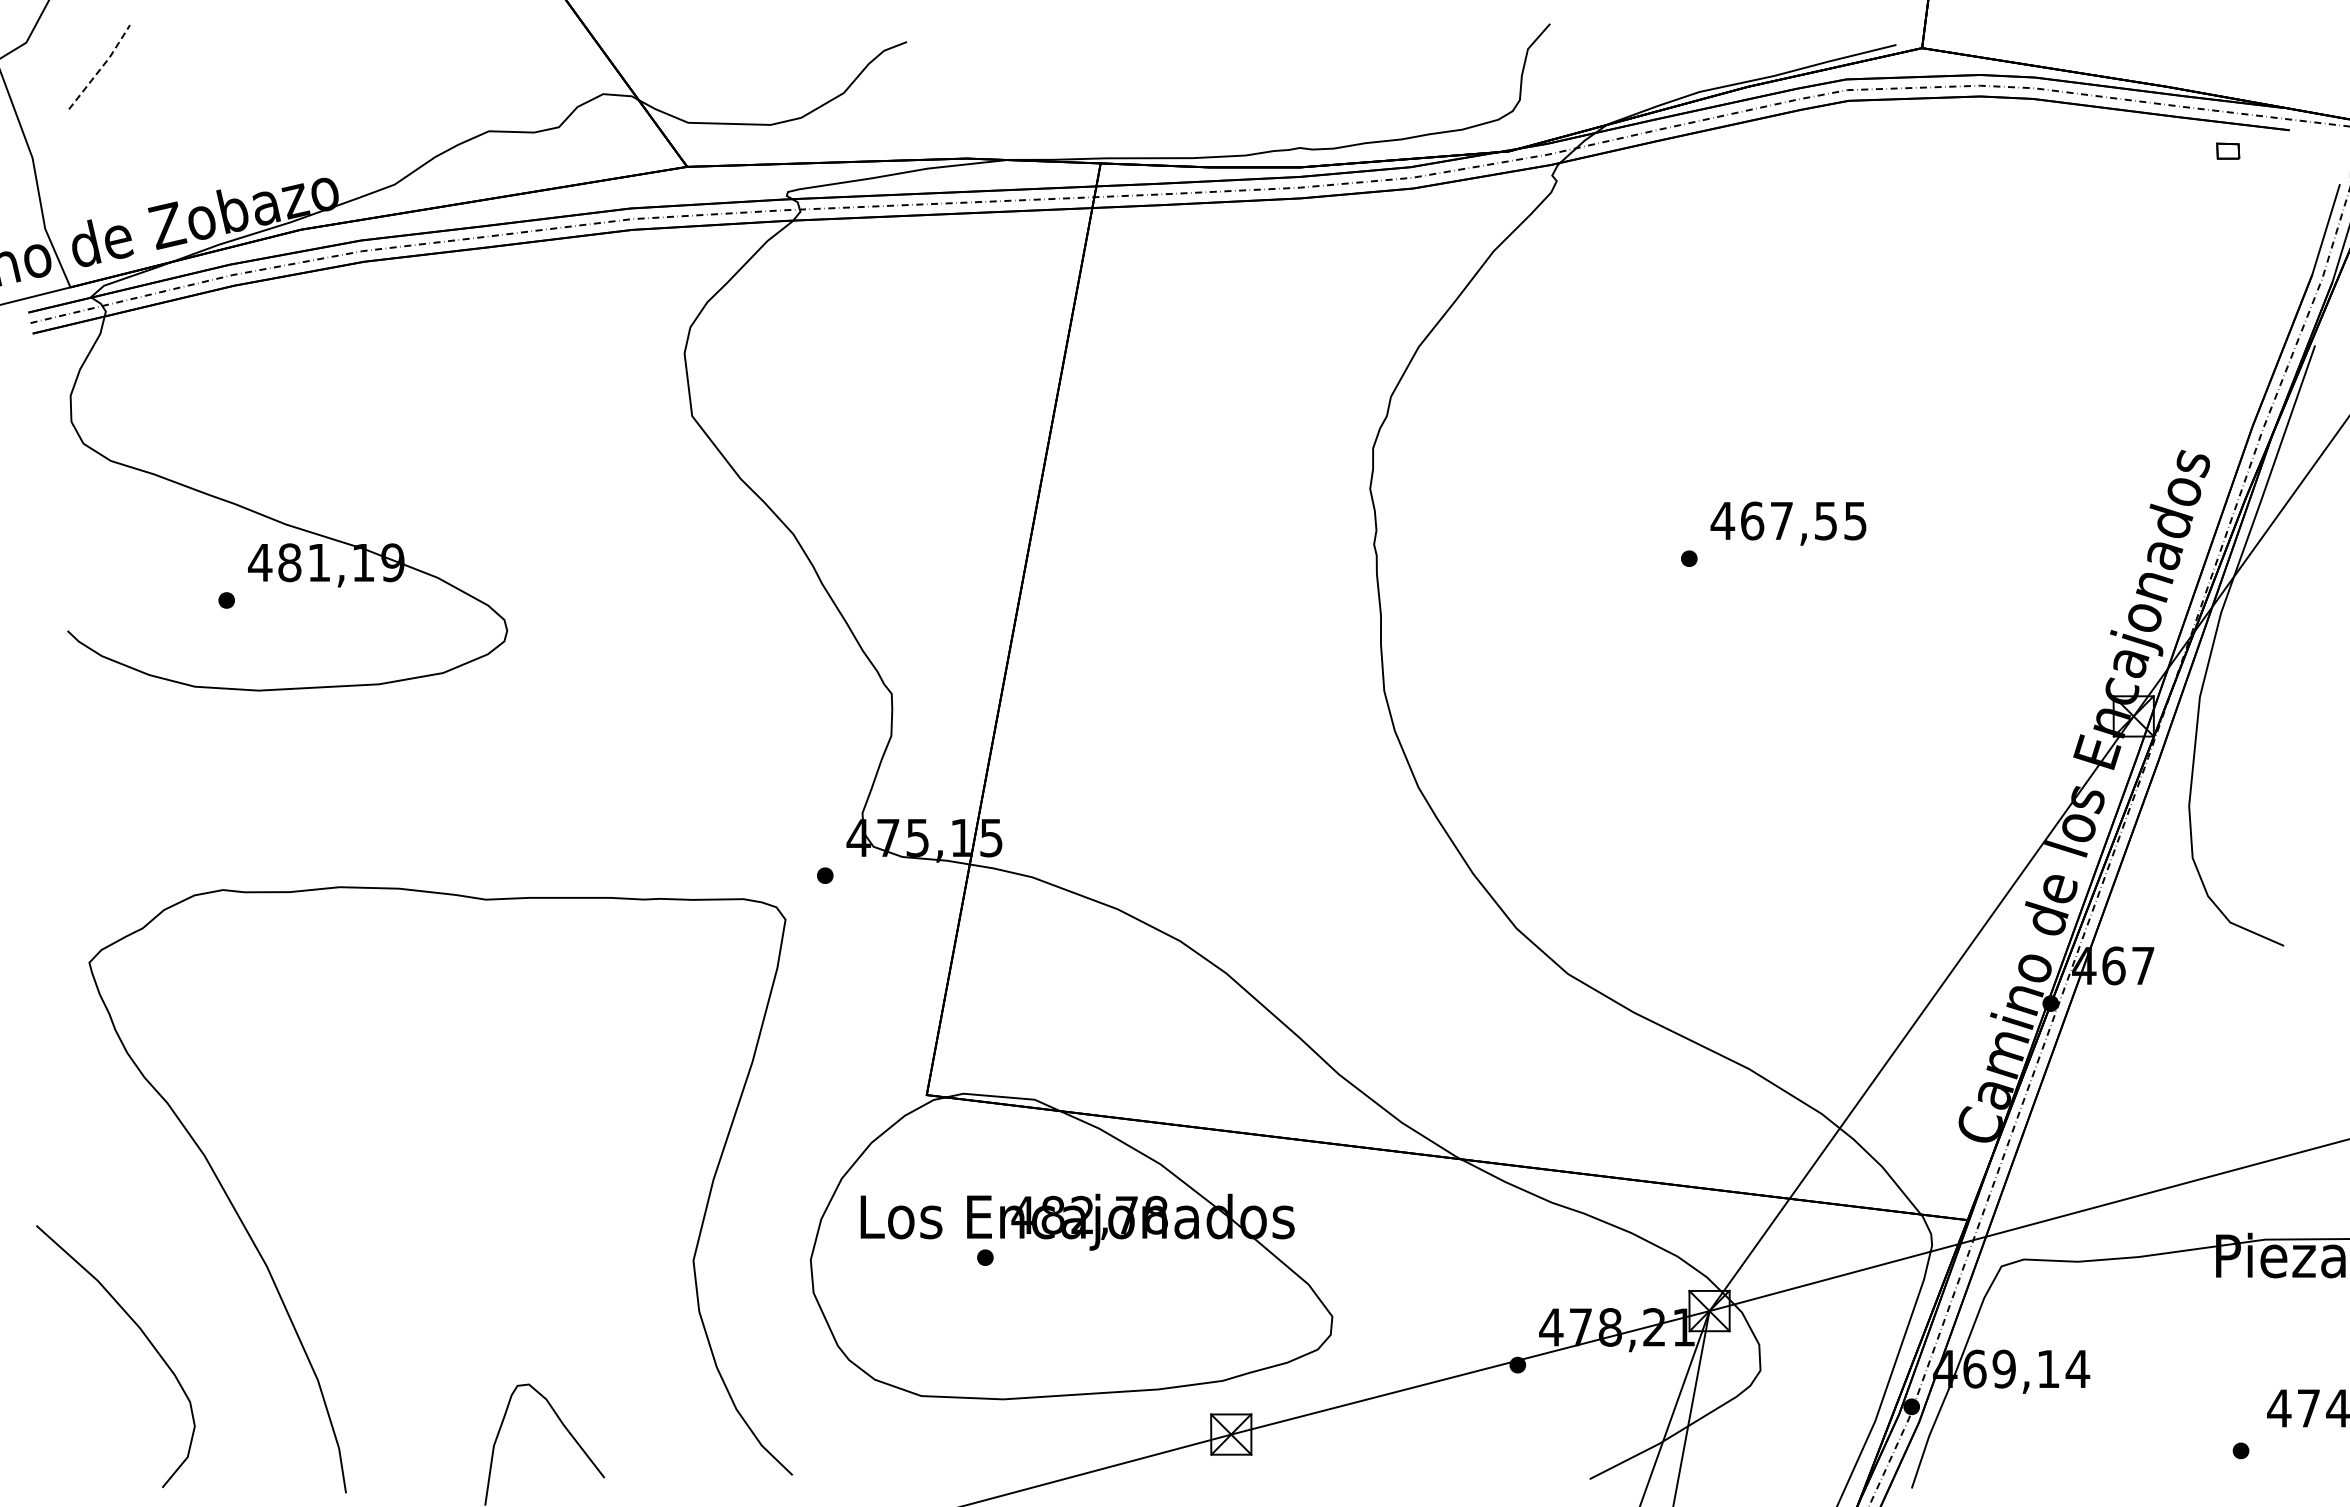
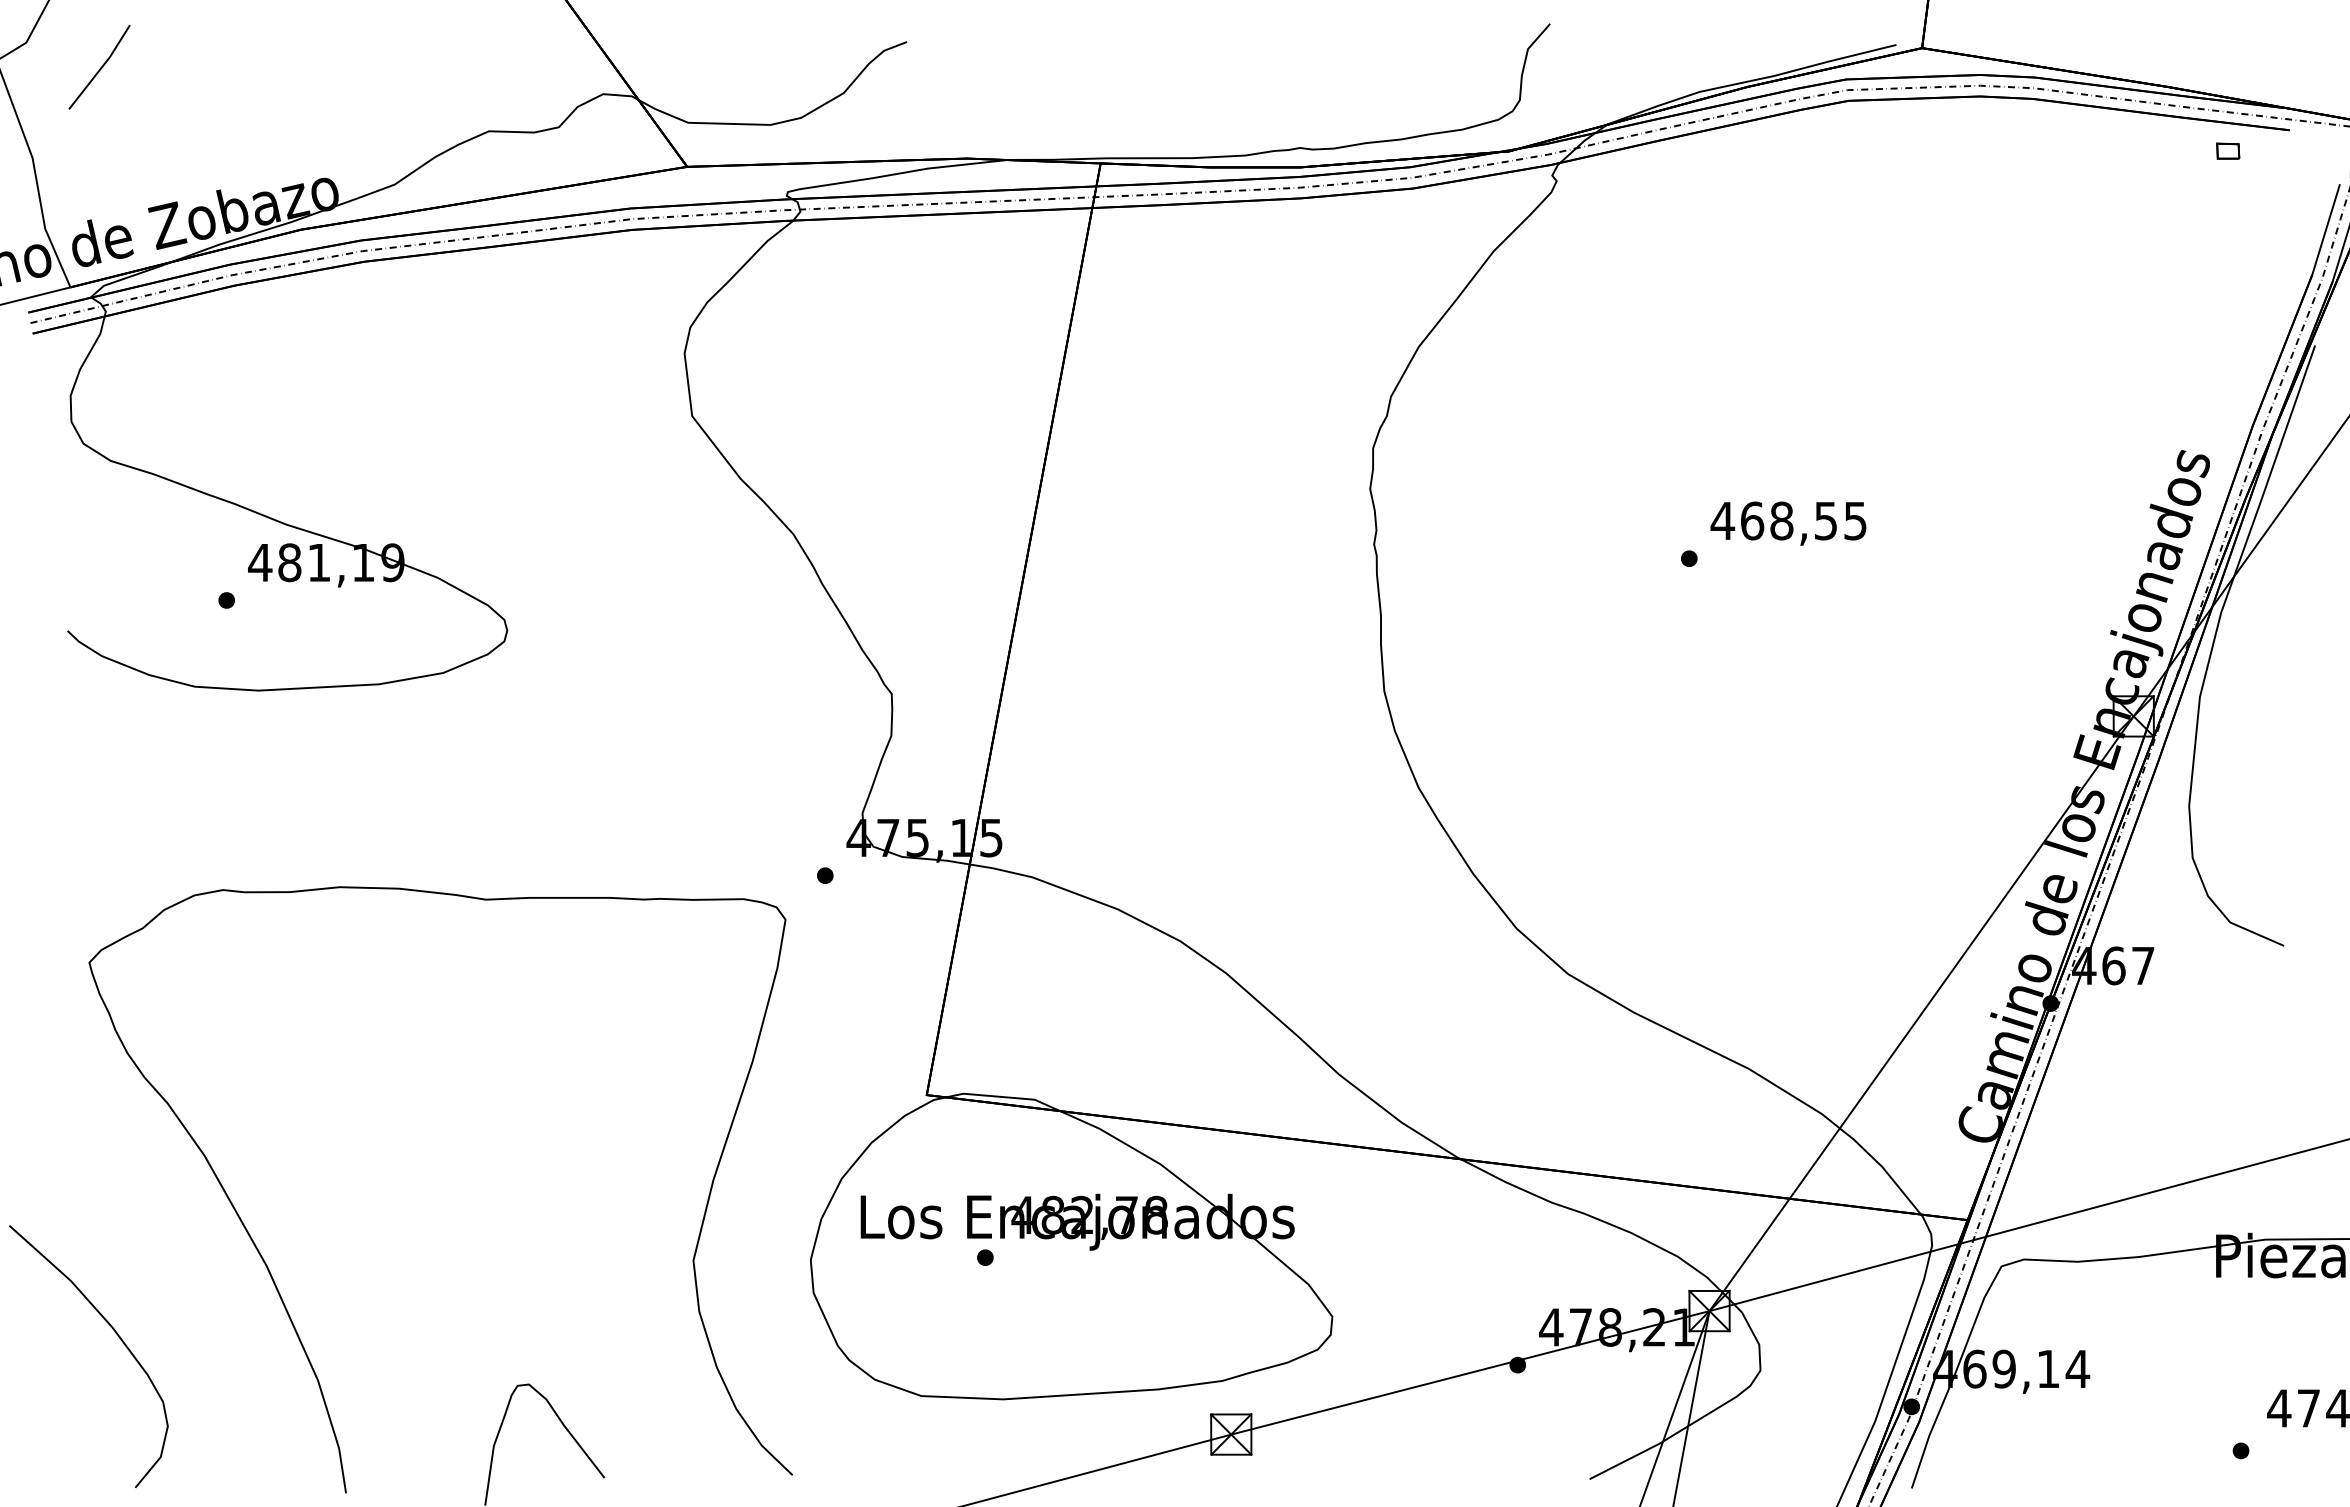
line at (101, 68): dashed -> solid
text at (1781, 520): 467,55 -> 468,55
curve at (142, 1333) position: (142, 1333) -> (115, 1333)
